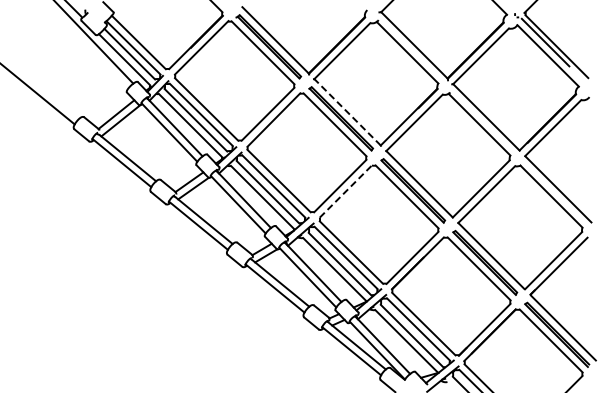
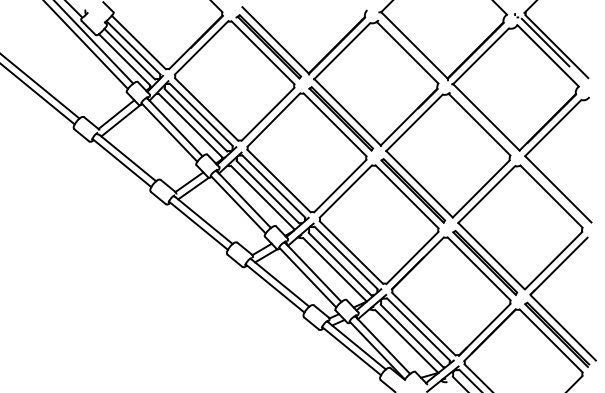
line at (86, 45): none -> present
line at (40, 86): none -> present
line at (347, 112): dashed -> solid
line at (345, 191): dashed -> solid
